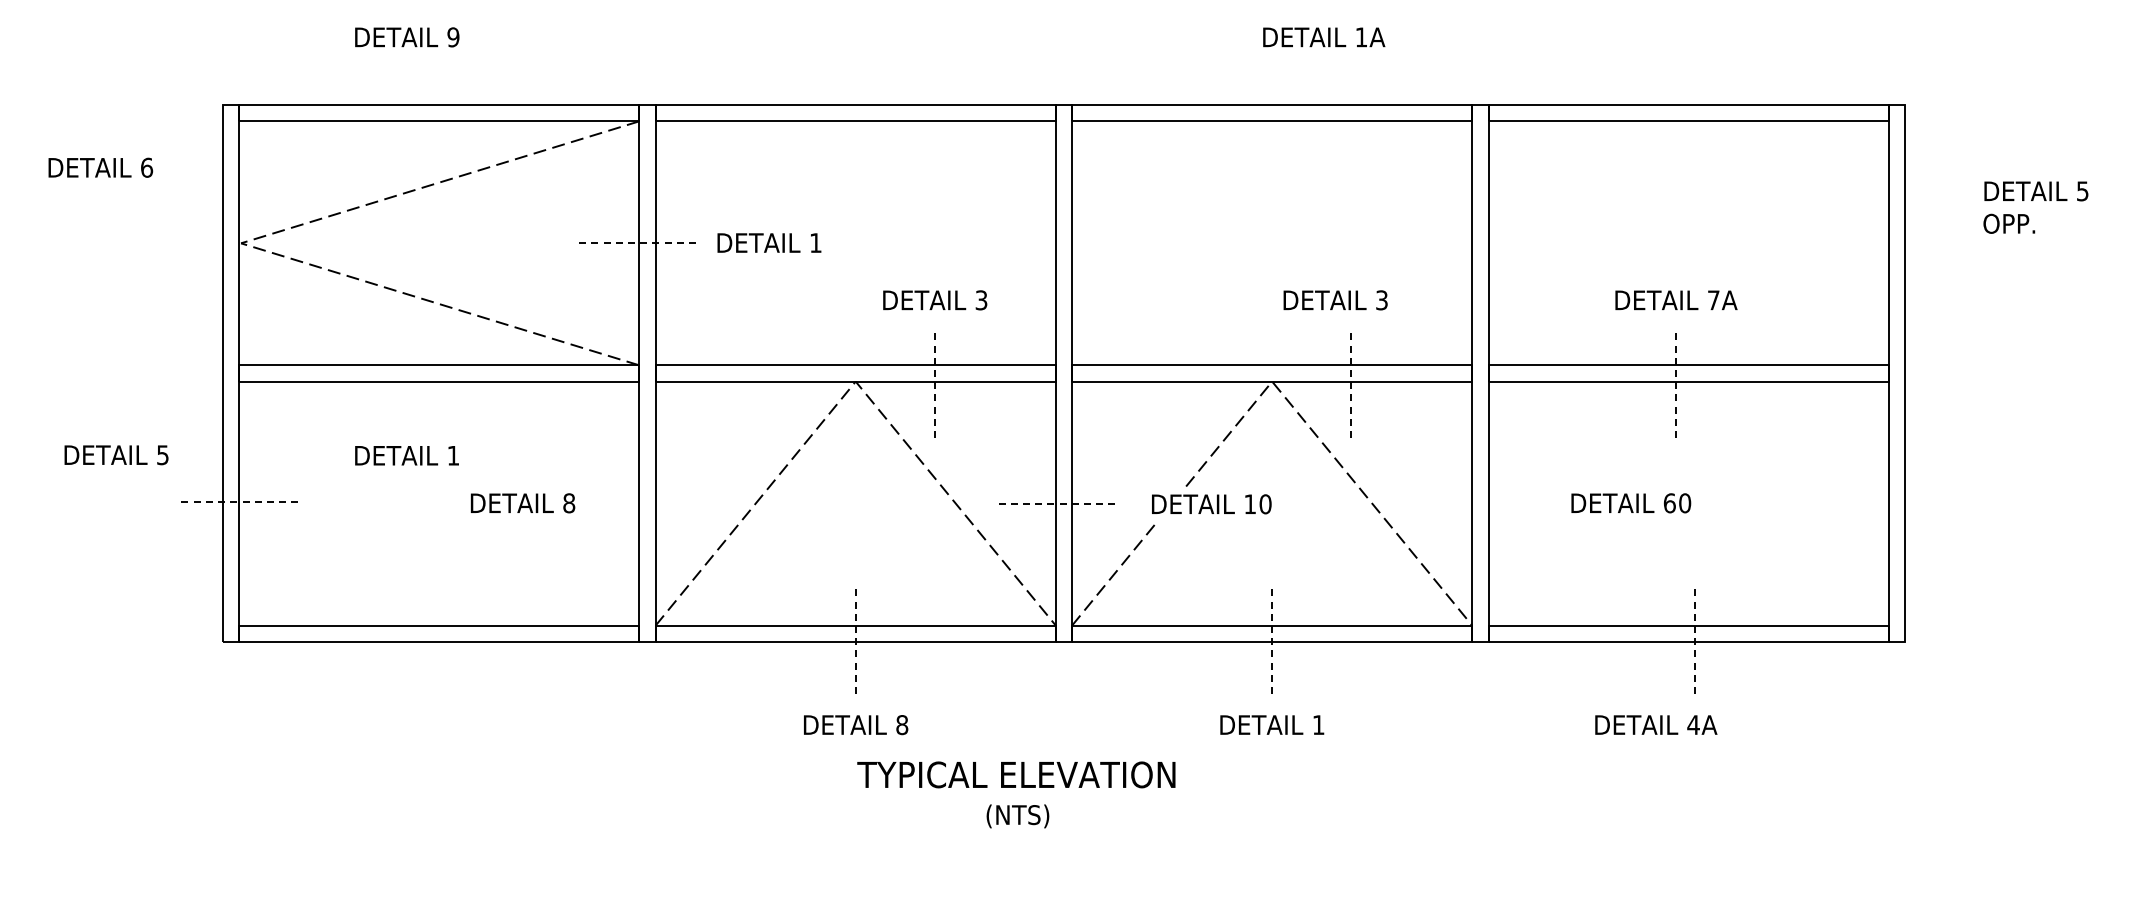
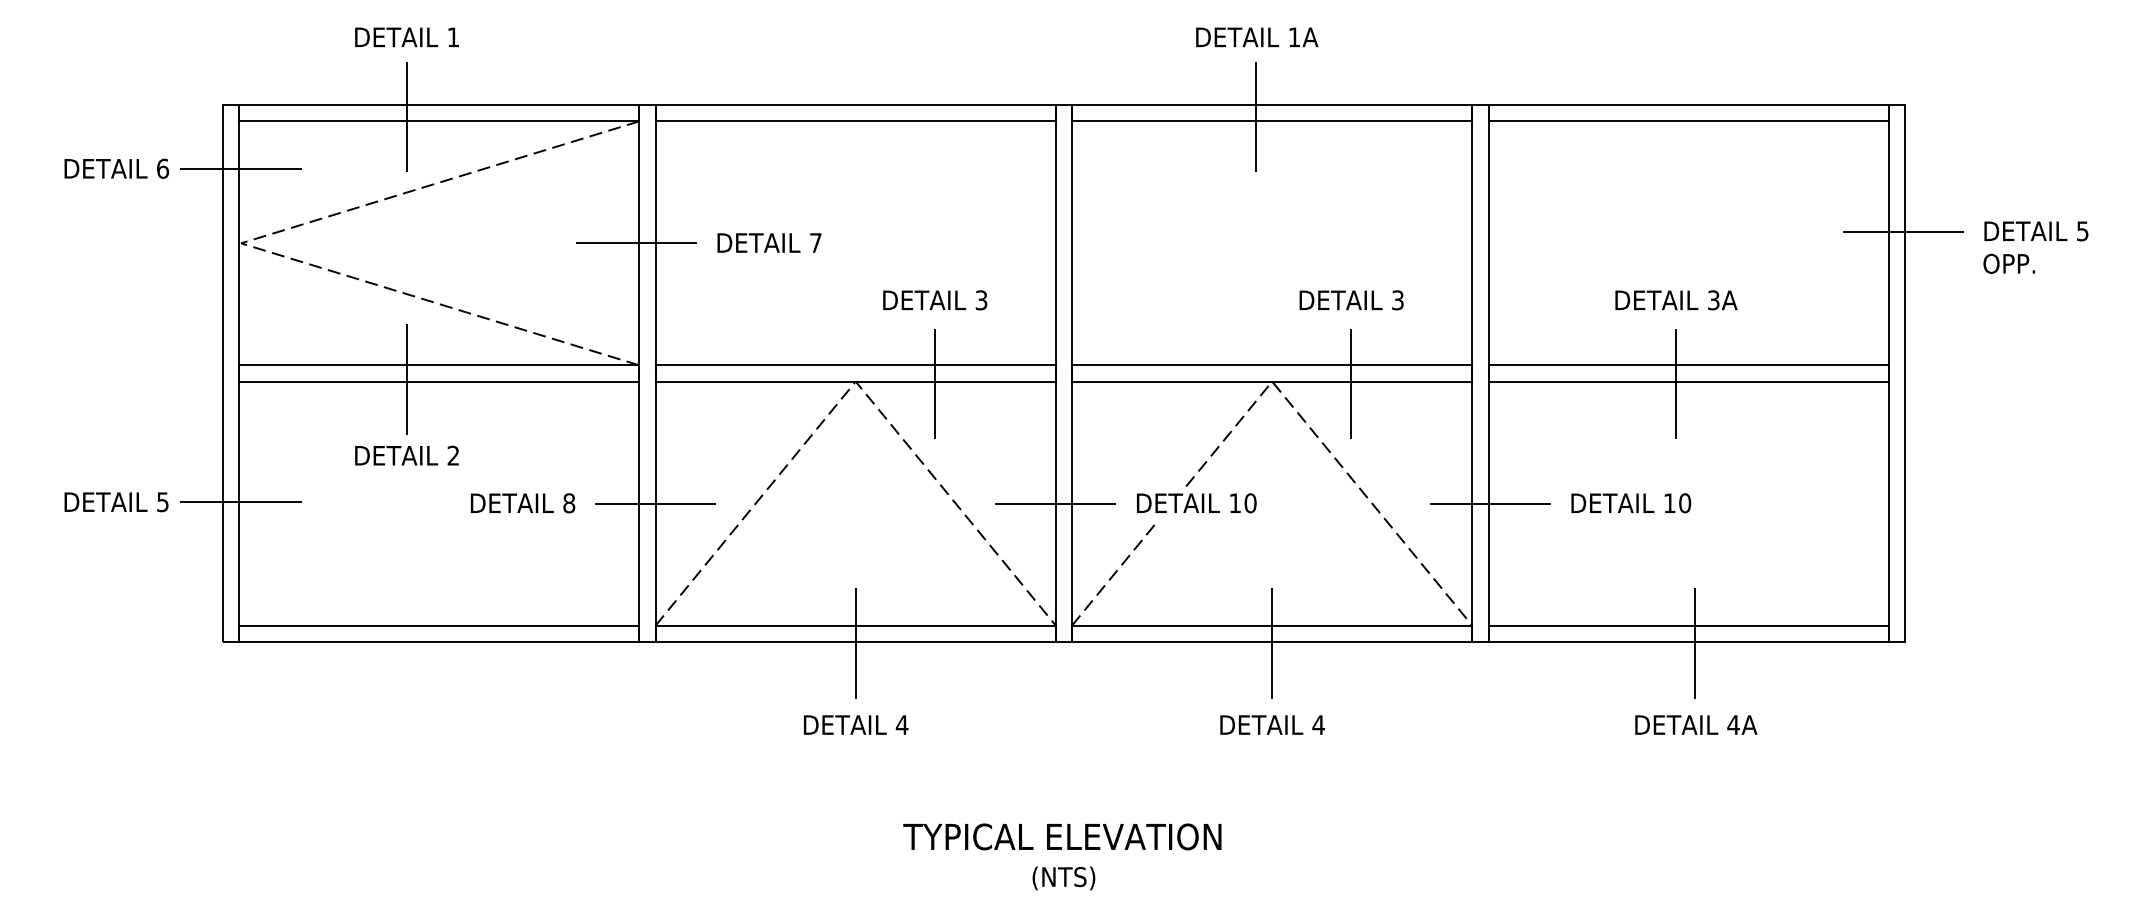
text at (453, 37): 9 -> 1
text at (1324, 37) position: (1324, 37) -> (1257, 37)
line at (406, 116): none -> present
line at (1256, 116): none -> present
text at (100, 167) position: (100, 167) -> (116, 168)
line at (240, 169): none -> present
text at (2035, 207) position: (2035, 207) -> (2035, 247)
line at (1902, 231): none -> present
text at (815, 242): 1 -> 7
line at (636, 243): dashed -> solid
text at (1335, 300) position: (1335, 300) -> (1351, 300)
text at (1713, 300): 7A -> 3A
line at (406, 379): none -> present
line at (935, 383): dashed -> solid
line at (1351, 383): dashed -> solid
line at (1675, 383): dashed -> solid
text at (116, 455) position: (116, 455) -> (116, 502)
text at (452, 455): 1 -> 2
line at (241, 502): dashed -> solid
line at (655, 503): none -> present
line at (1055, 503): dashed -> solid
line at (1489, 503): none -> present
text at (1669, 503): 60 -> 10
text at (1211, 504) position: (1211, 504) -> (1196, 503)
line at (855, 644): dashed -> solid
line at (1272, 644): dashed -> solid
line at (1695, 644): dashed -> solid
text at (1318, 724): 1 -> 4
text at (1656, 724) position: (1656, 724) -> (1696, 724)
text at (901, 725): 8 -> 4
text at (1016, 794) position: (1016, 794) -> (1062, 856)
